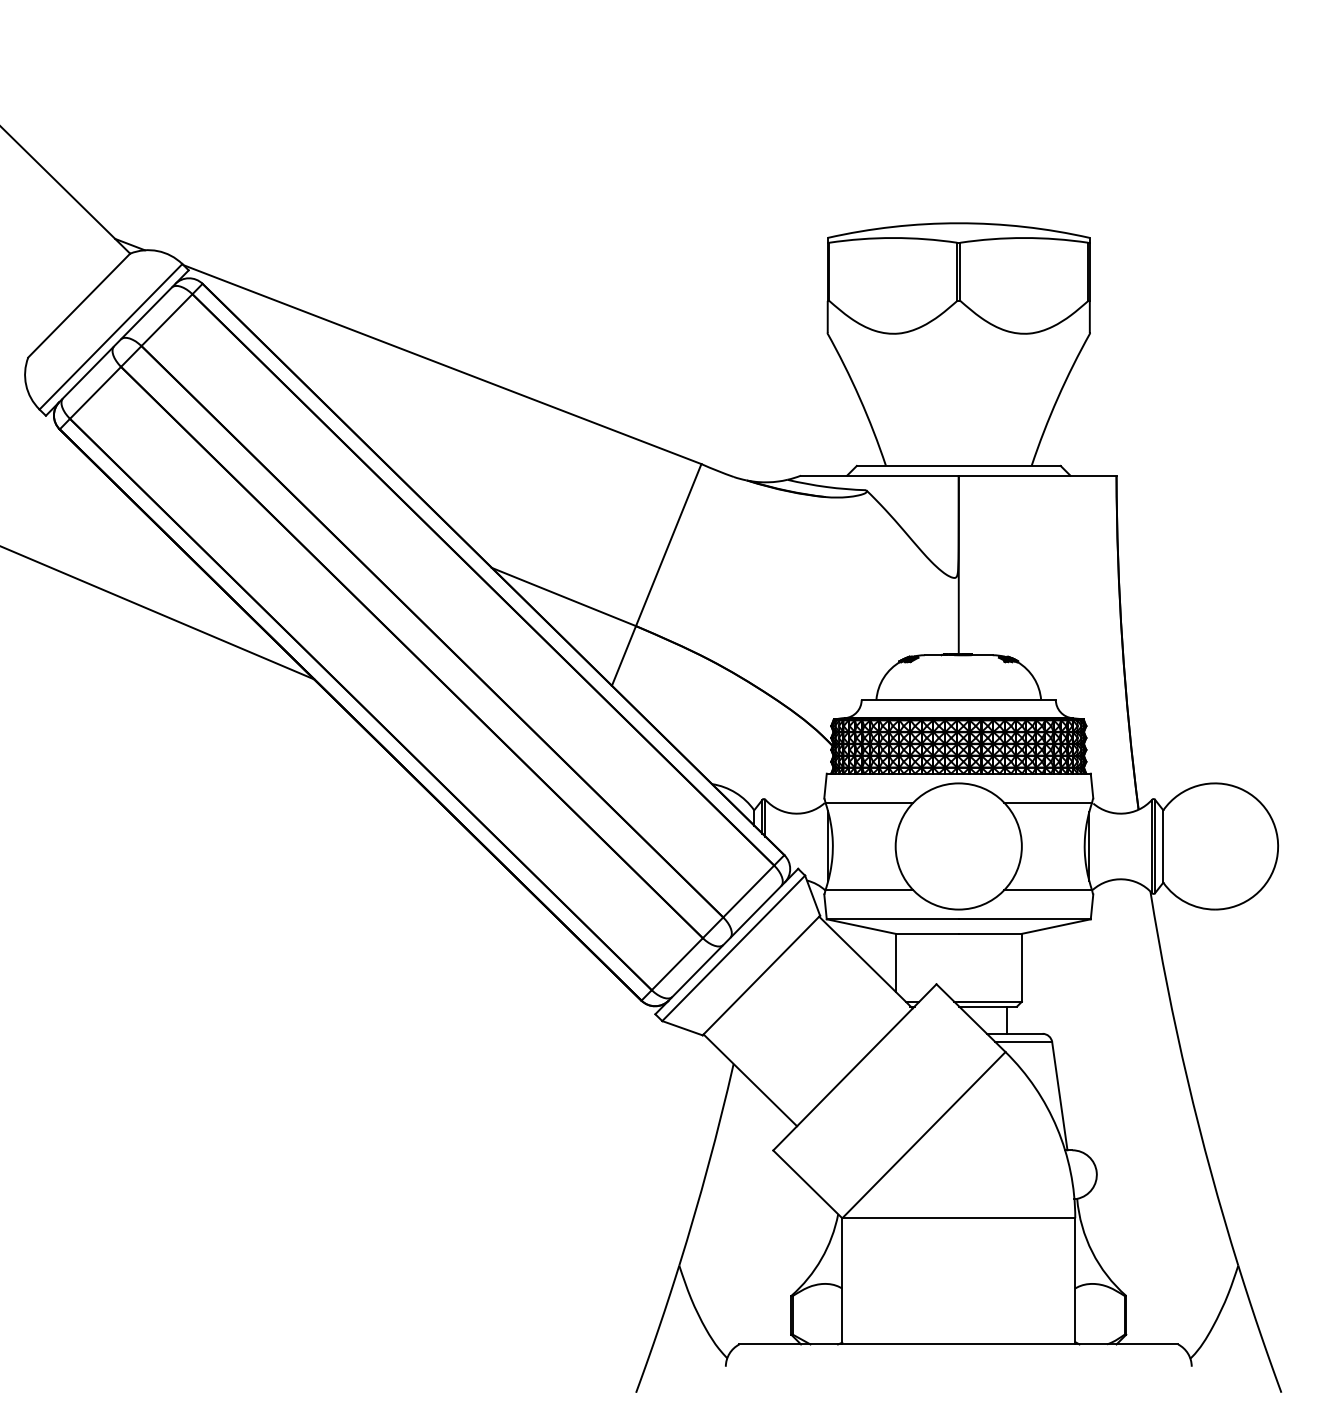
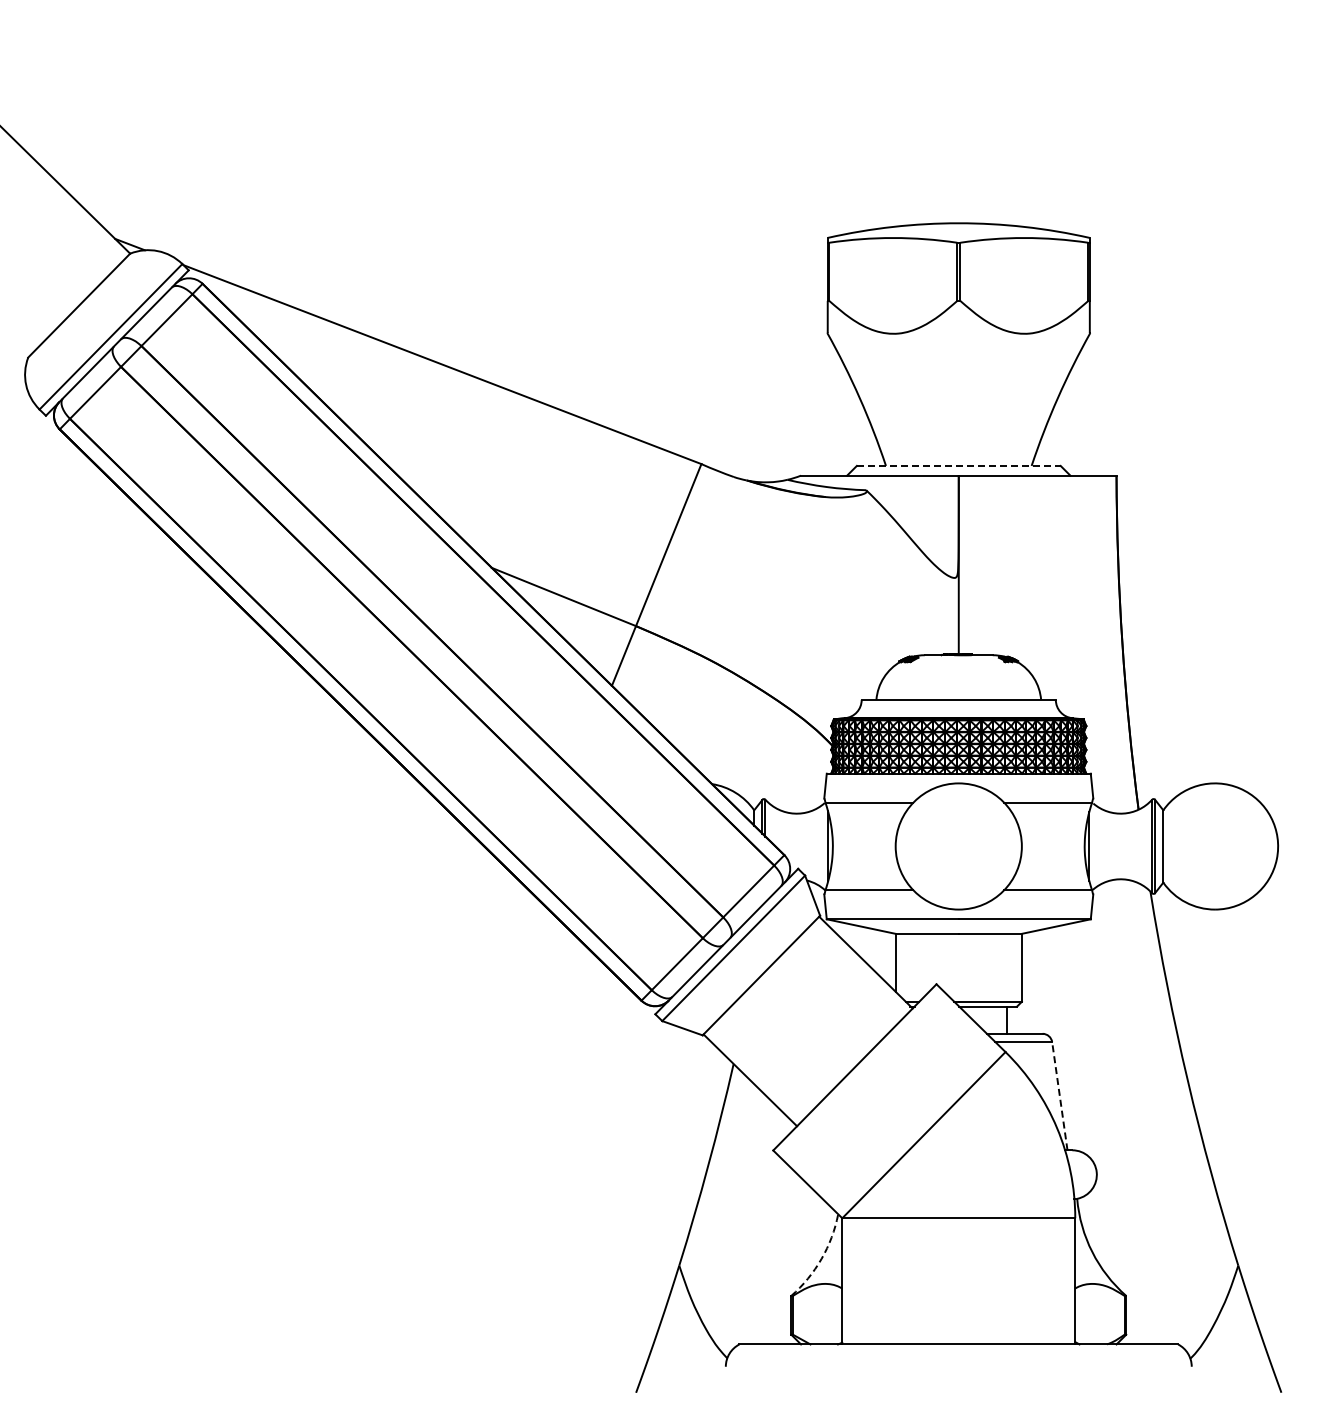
line at (958, 465): solid -> dashed
line at (158, 613): present -> none
line at (1059, 1096): solid -> dashed
arc at (821, 1258): solid -> dashed
